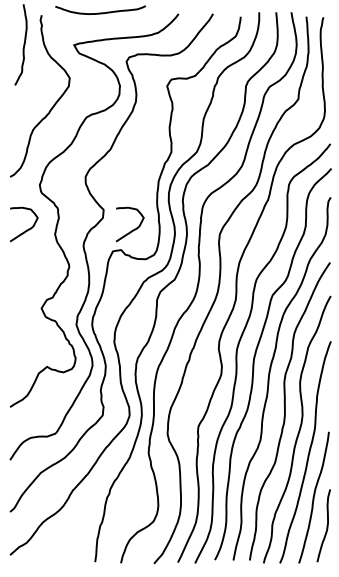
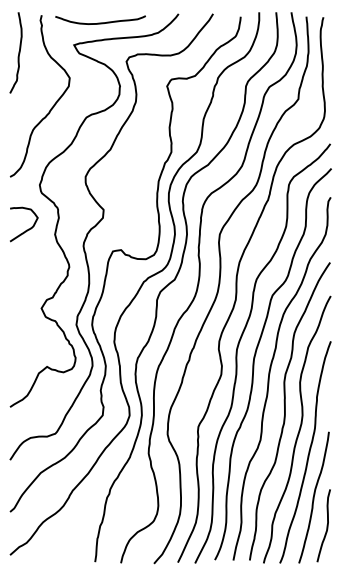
curve at (100, 12) position: (100, 12) -> (100, 22)
curve at (23, 44) position: (23, 44) -> (18, 52)
curve at (132, 229): present -> none
